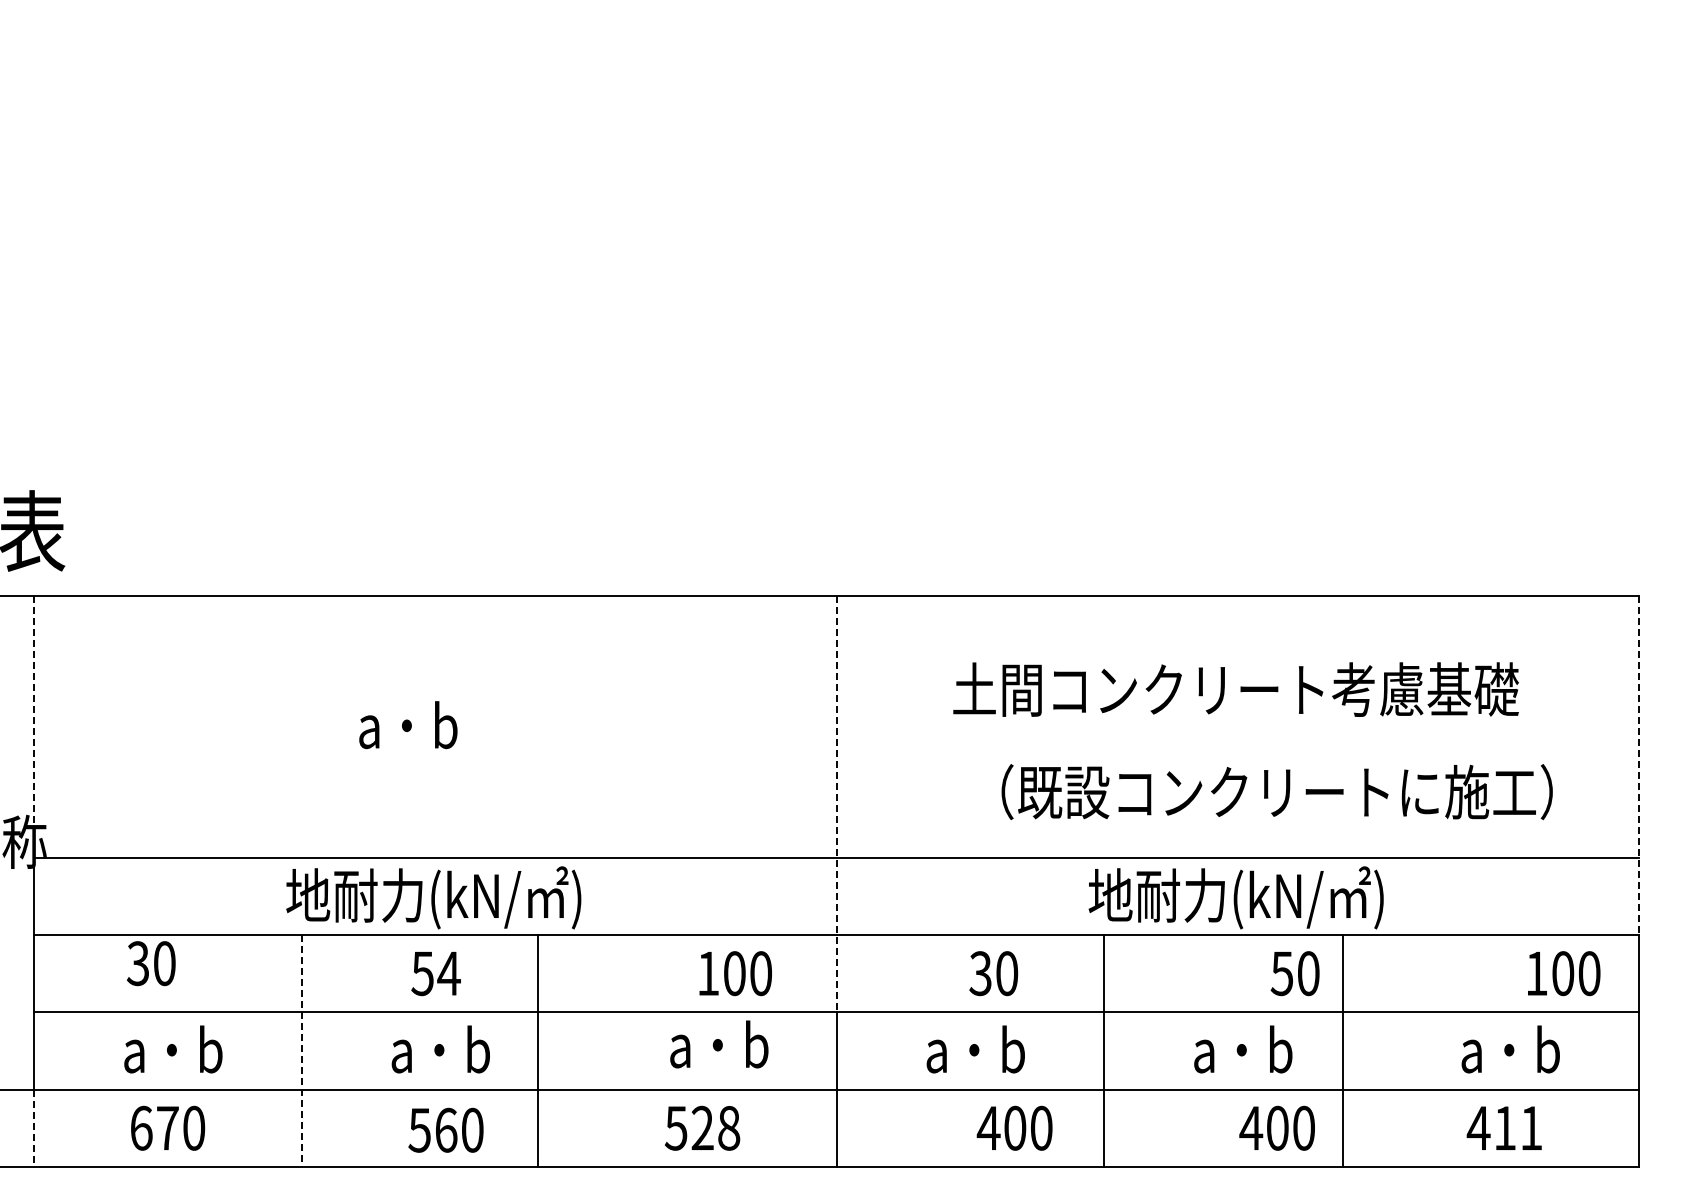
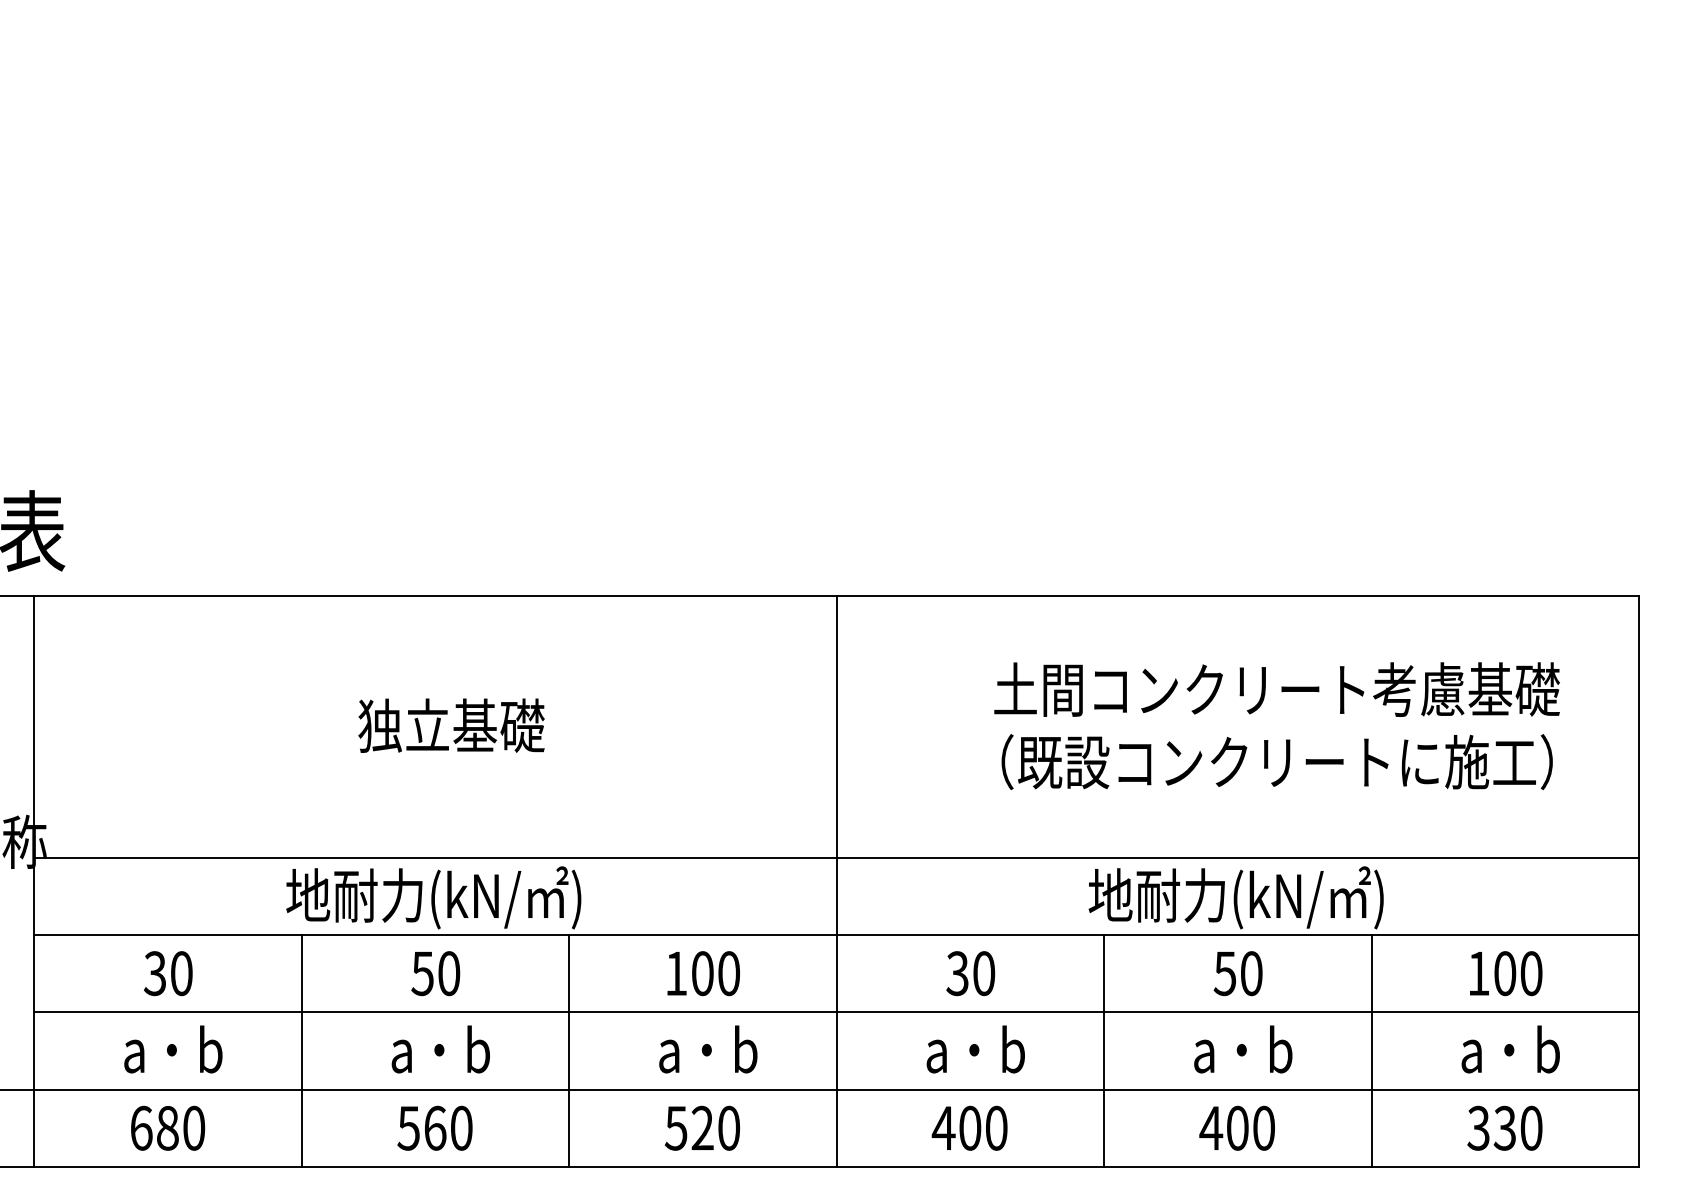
text at (1235, 689) position: (1235, 689) -> (1276, 689)
text at (451, 725): a・b -> 独立基礎
line at (34, 726): dashed -> solid
line at (1638, 765): dashed -> solid
text at (1276, 792) position: (1276, 792) -> (1276, 762)
line at (836, 804): dashed -> solid
text at (151, 963) position: (151, 963) -> (168, 973)
text at (448, 973): 54 -> 50
text at (735, 973) position: (735, 973) -> (703, 973)
text at (993, 973) position: (993, 973) -> (970, 973)
text at (1294, 973) position: (1294, 973) -> (1237, 973)
text at (1564, 973) position: (1564, 973) -> (1506, 973)
text at (719, 1044) position: (719, 1044) -> (708, 1049)
line at (538, 1050) position: (538, 1050) -> (569, 1050)
line at (1342, 1050) position: (1342, 1050) -> (1371, 1050)
line at (301, 1051): dashed -> solid
text at (729, 1127): 528 -> 520
text at (1014, 1127) position: (1014, 1127) -> (969, 1127)
text at (1276, 1127) position: (1276, 1127) -> (1236, 1127)
text at (1504, 1127): 411 -> 330
line at (34, 1128): dashed -> solid
text at (167, 1128): 670 -> 680
text at (445, 1129) position: (445, 1129) -> (434, 1127)
